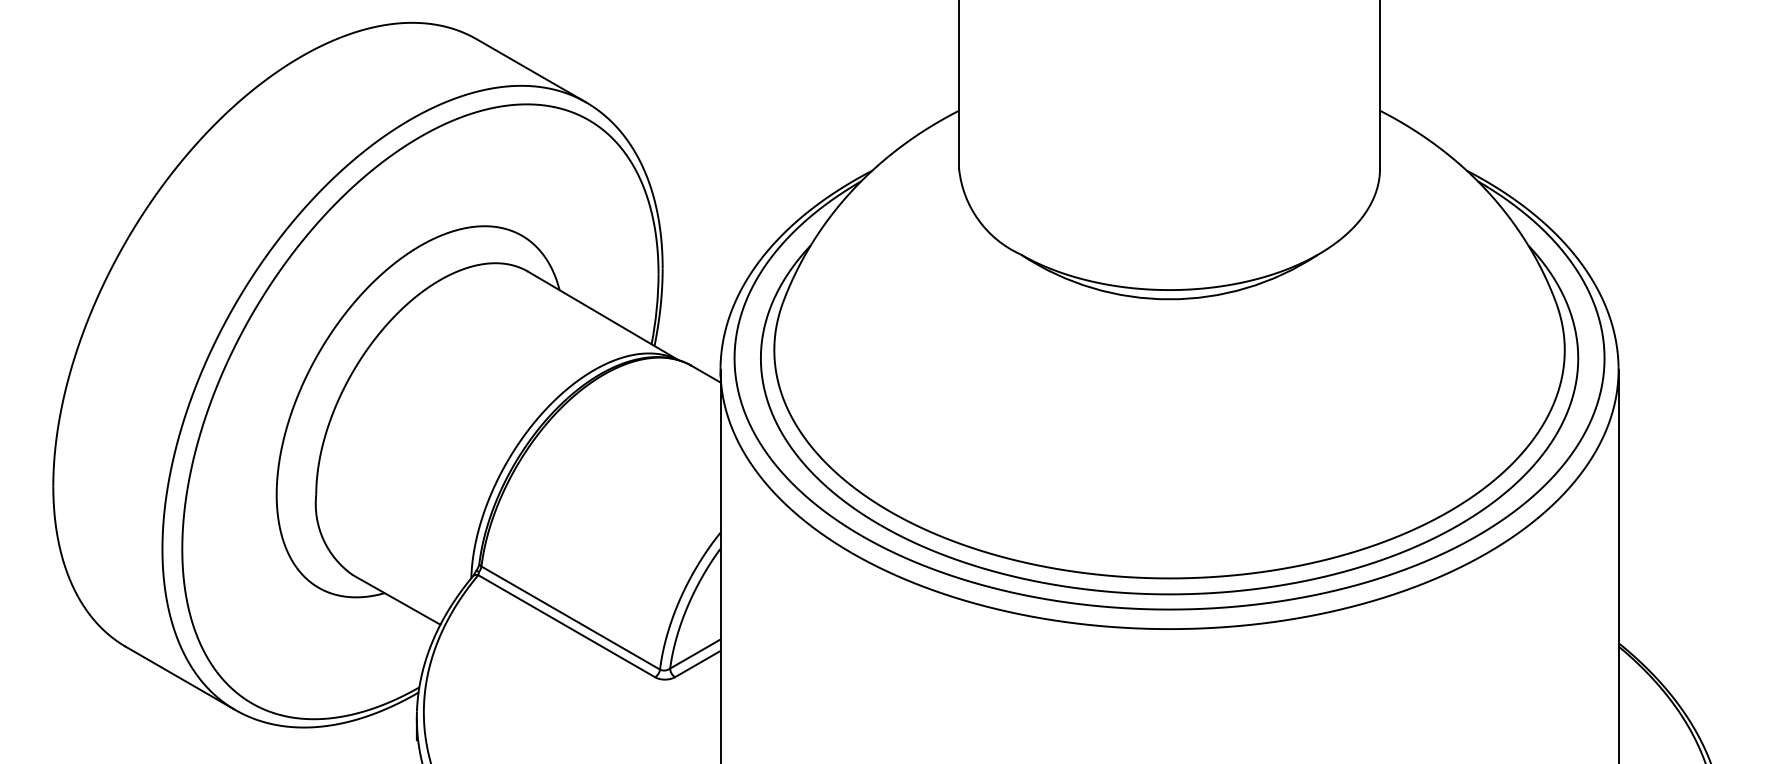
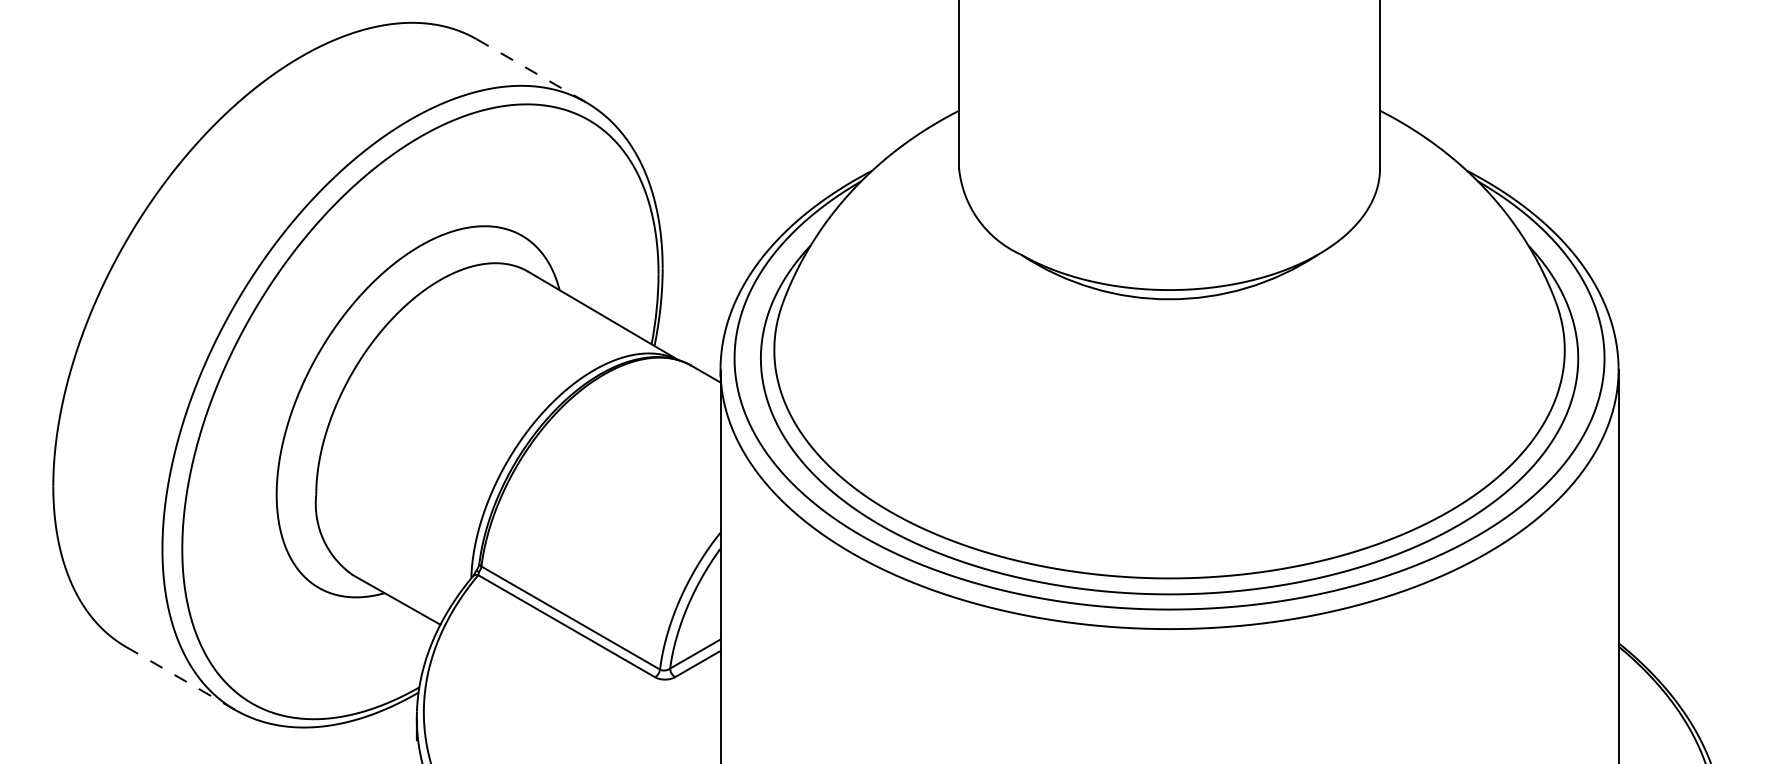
line at (530, 70): solid -> dashed
line at (180, 678): solid -> dashed
